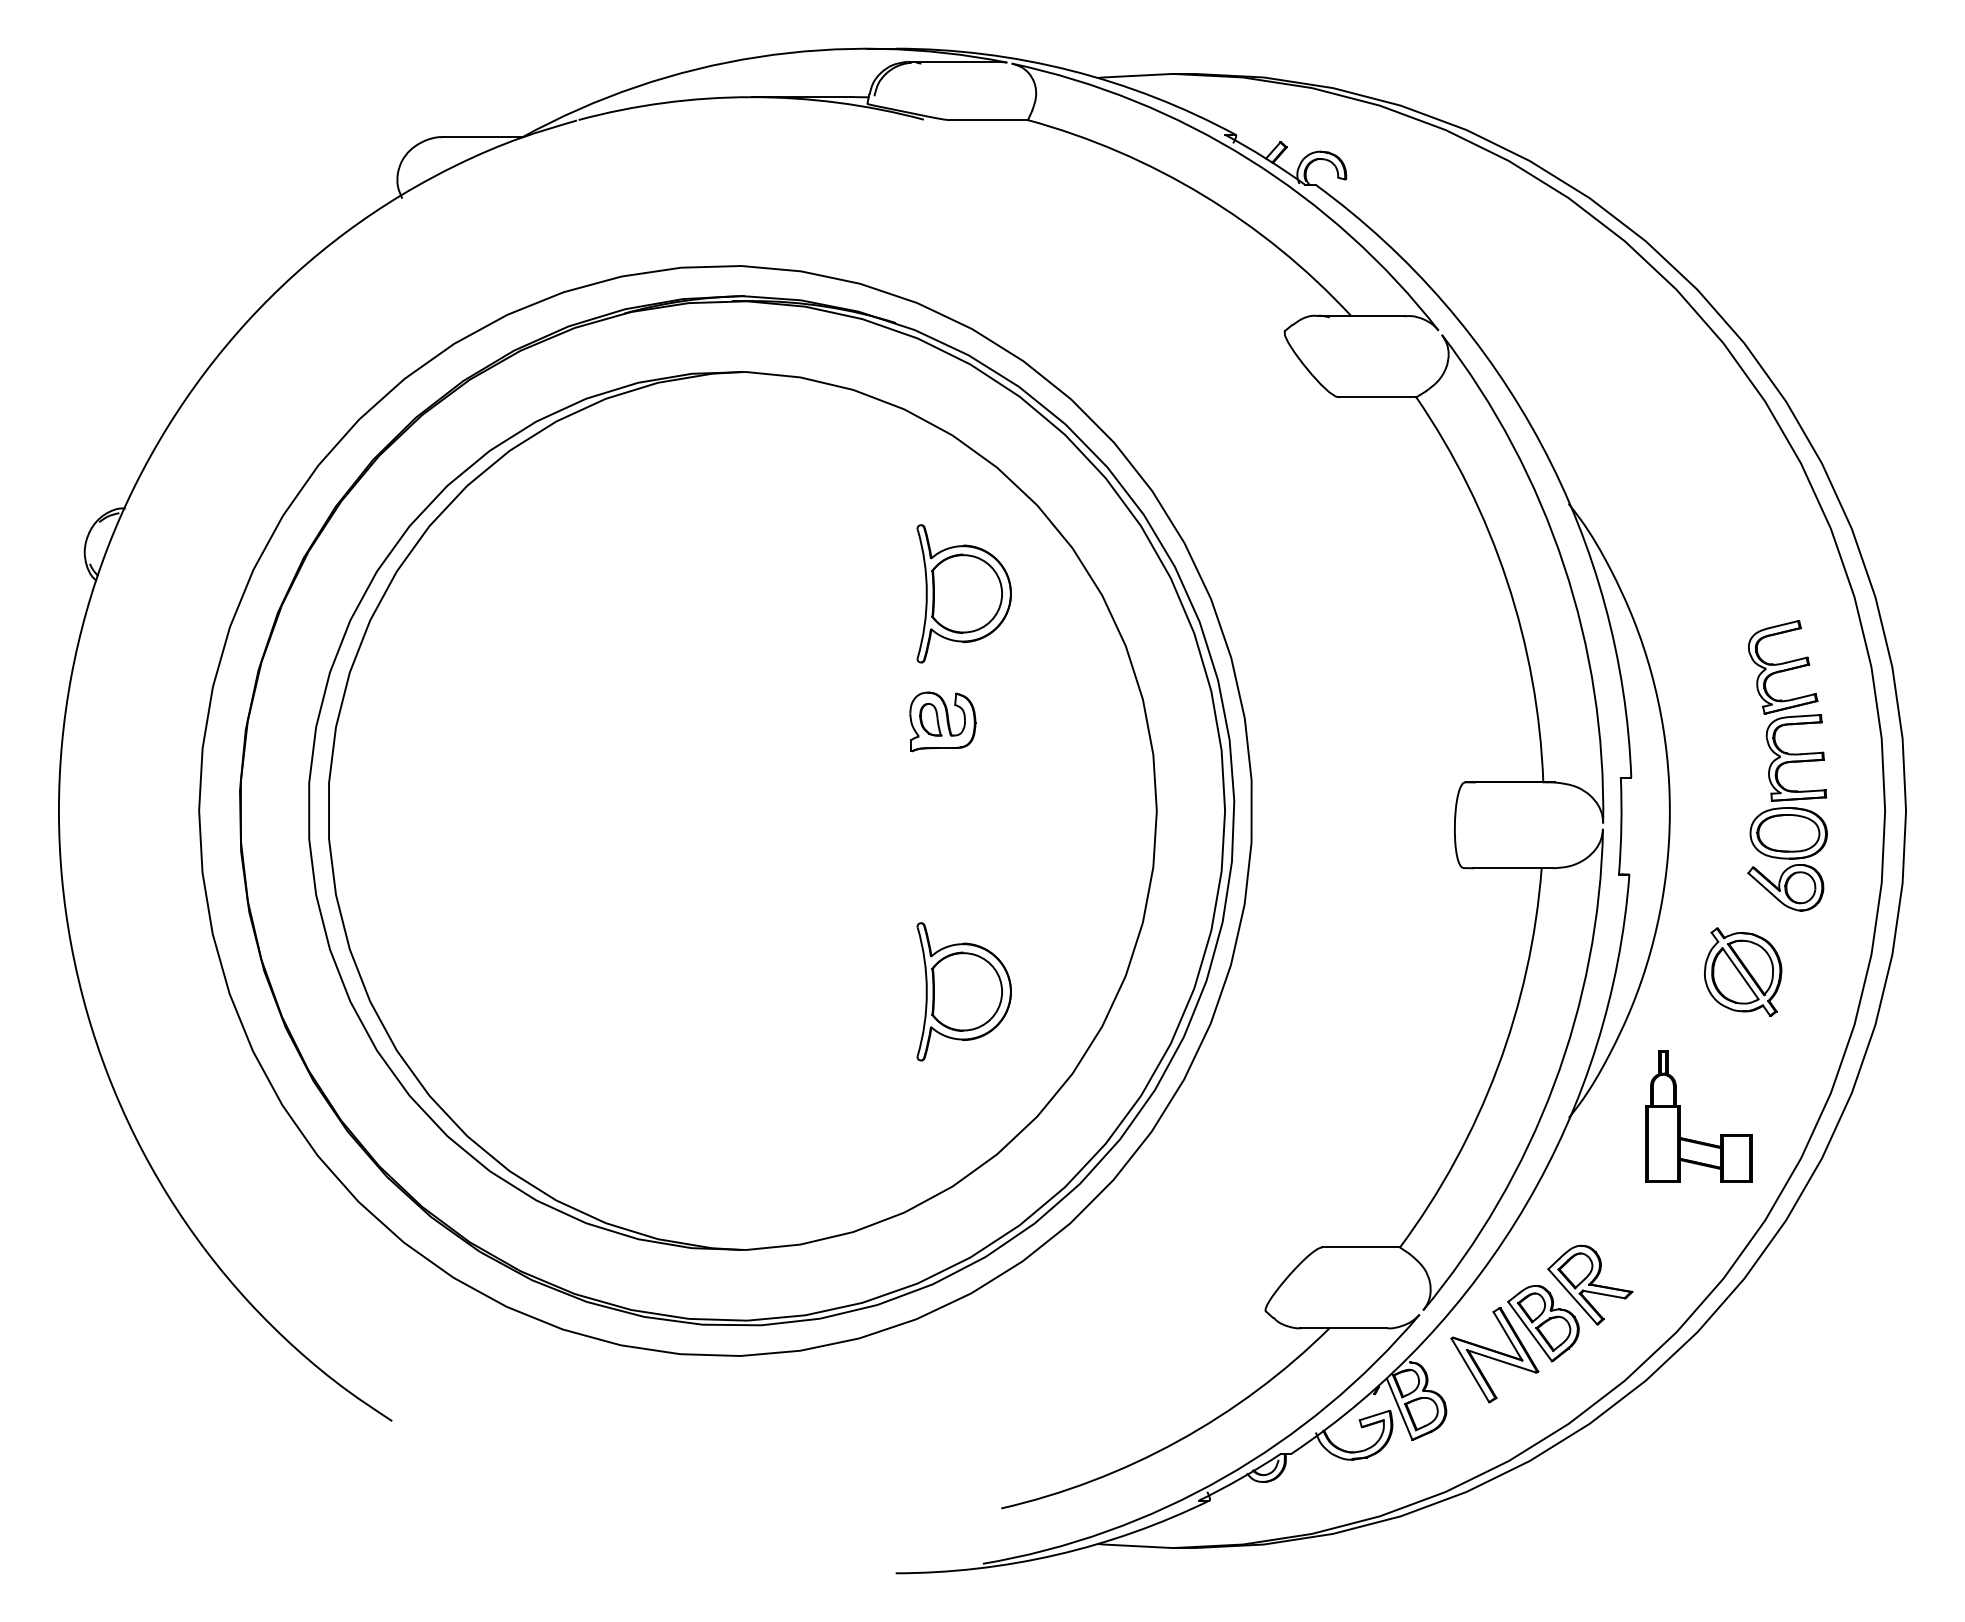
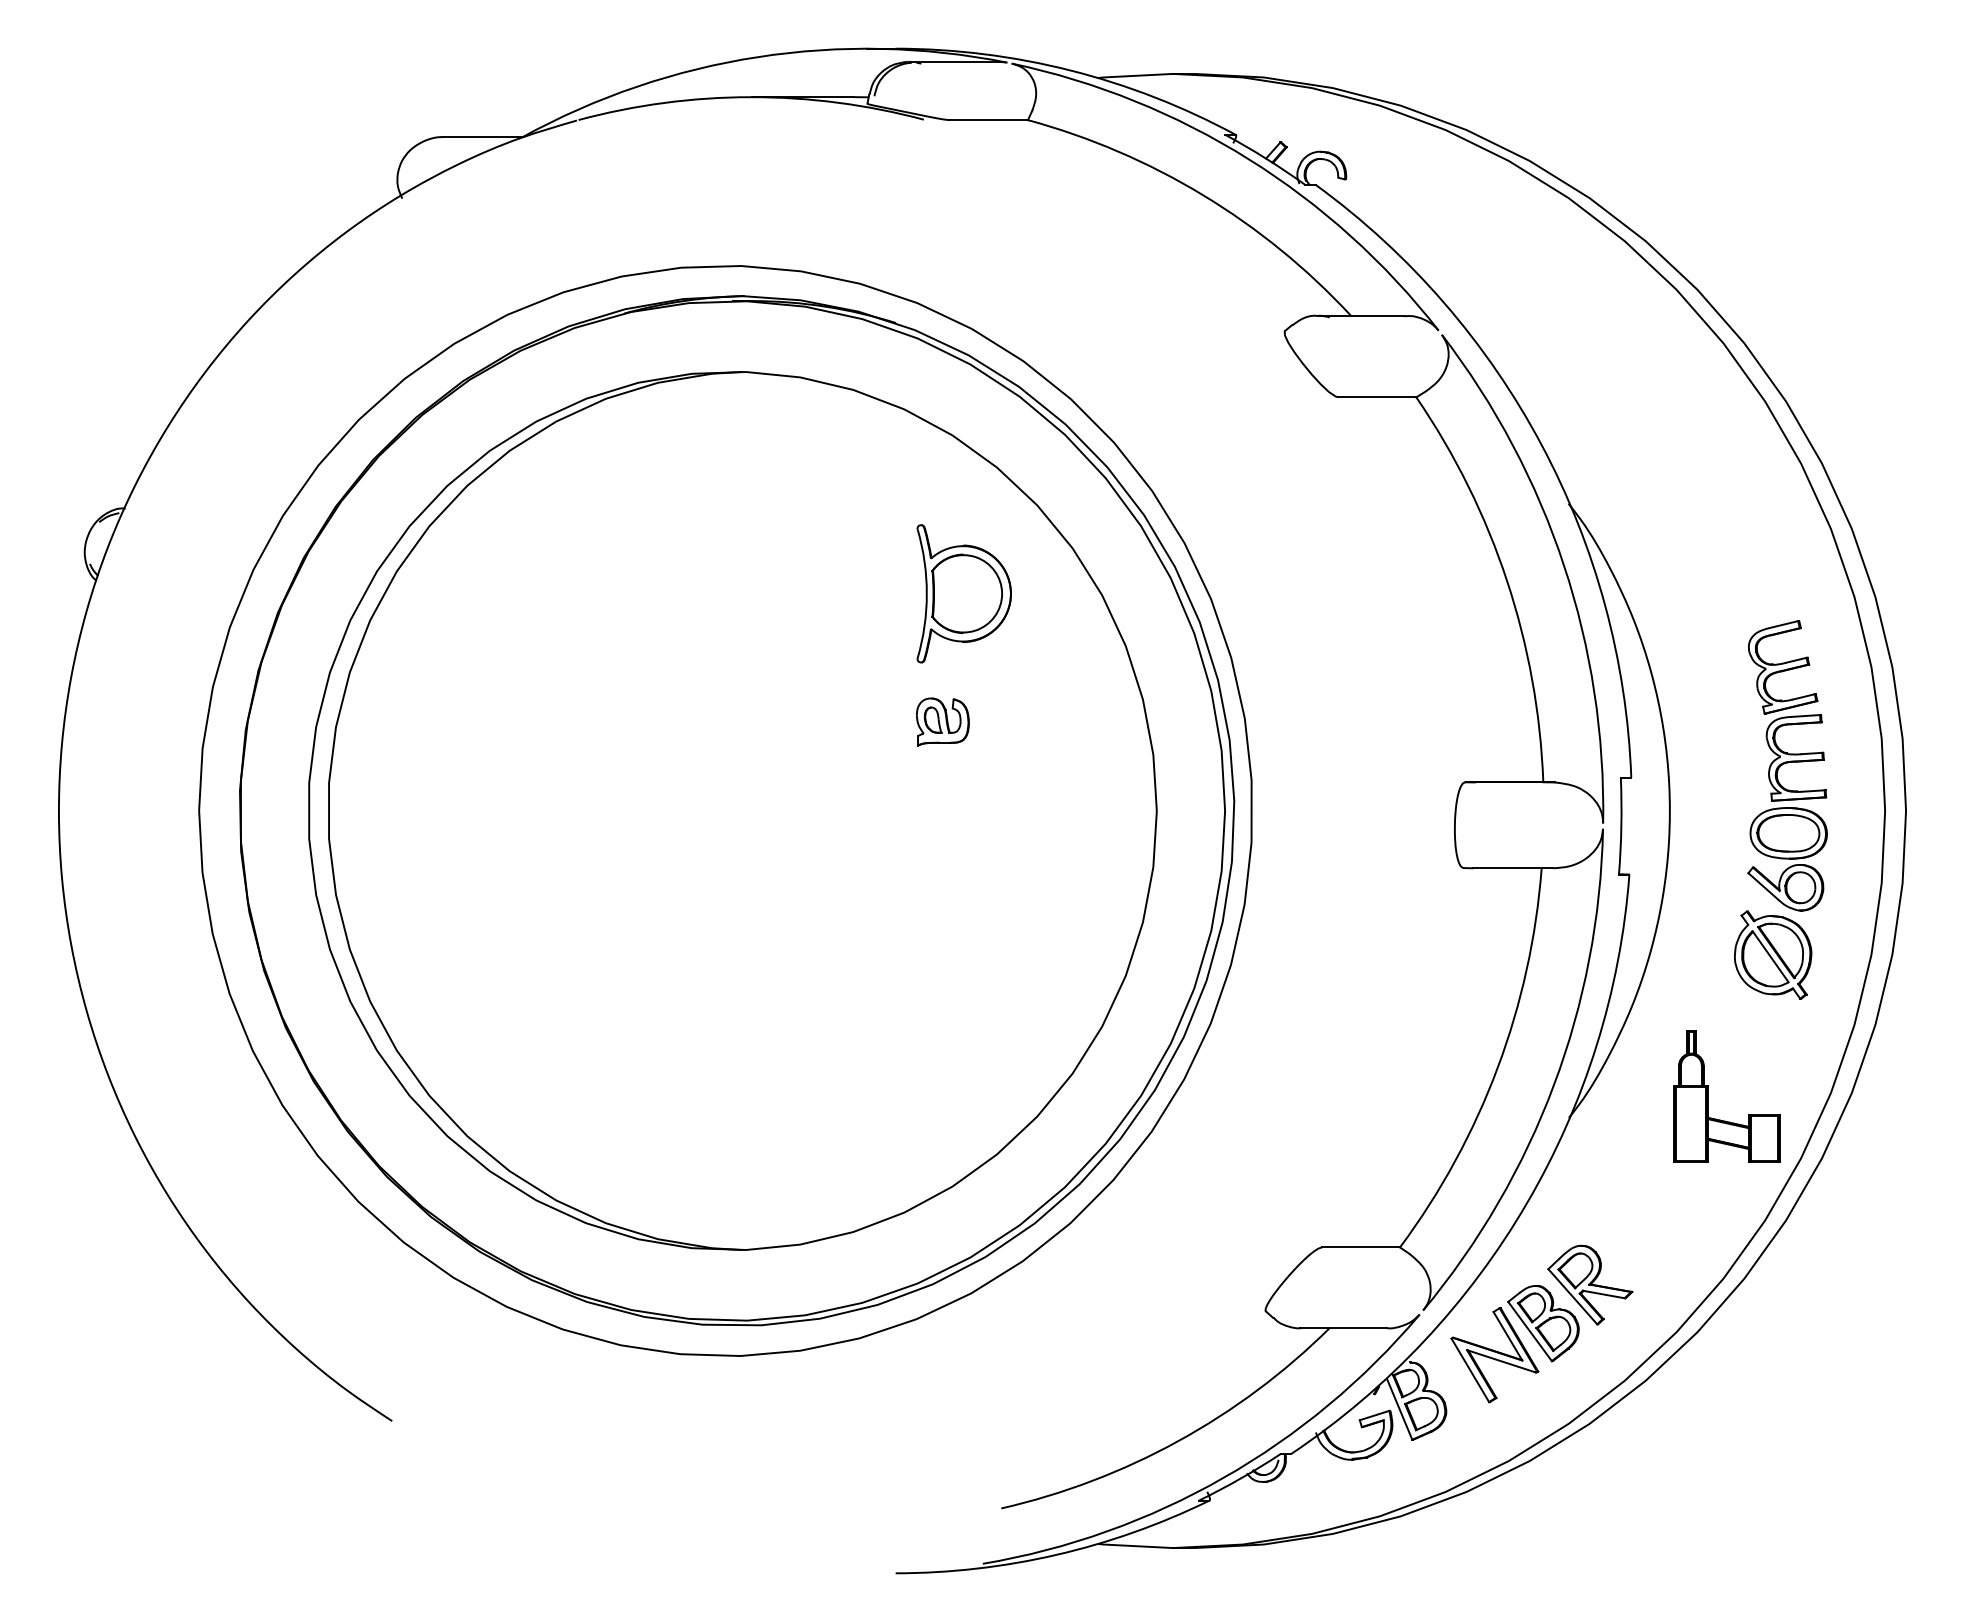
part at (942, 721) size: 68x62 px -> 54x50 px
part at (1743, 971) position: (1743, 971) -> (1773, 954)
part at (963, 991): present -> none
part at (1680, 1116) position: (1680, 1116) -> (1708, 1096)
